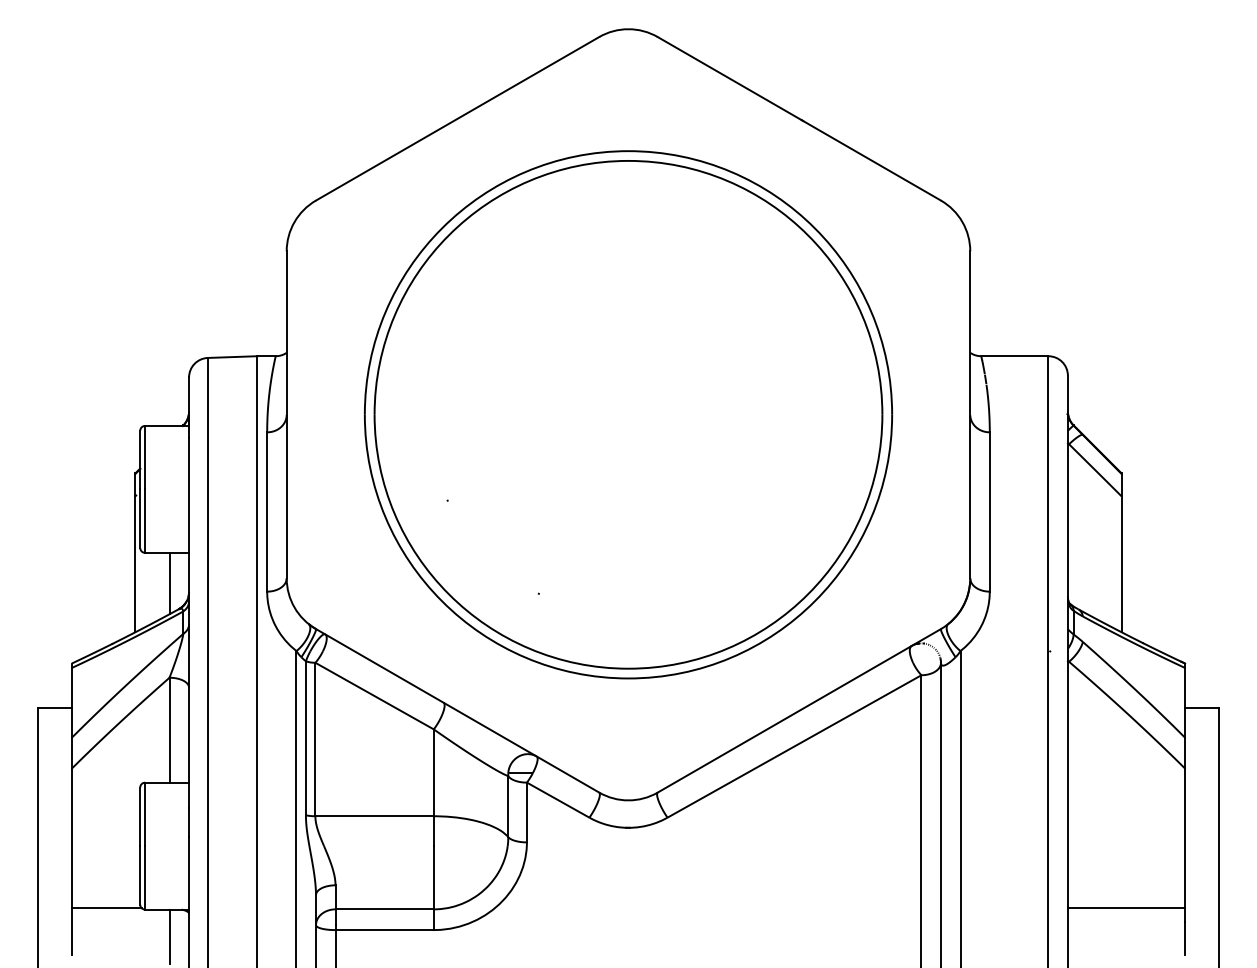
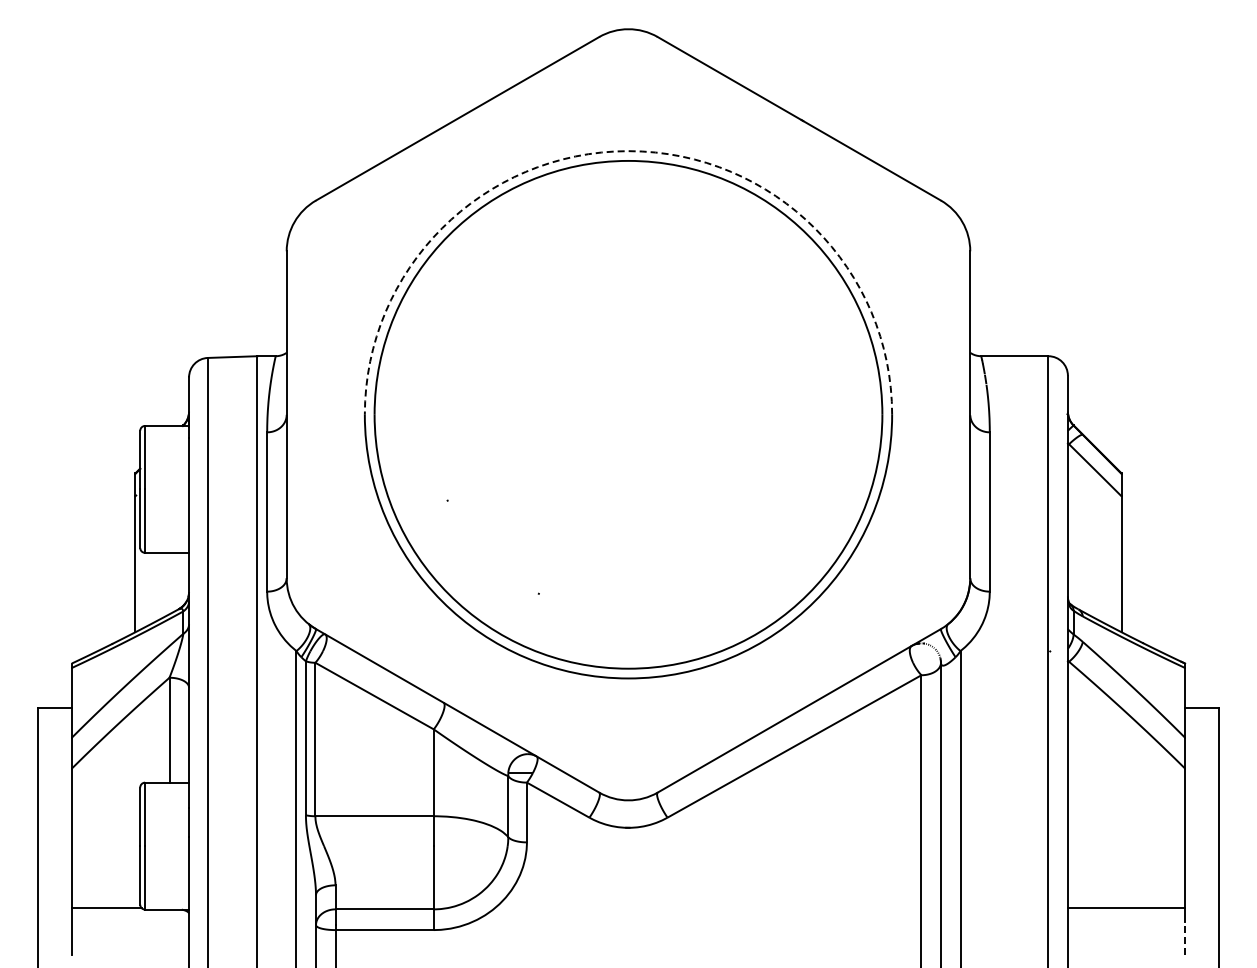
arc at (628, 151): solid -> dashed
line at (169, 583): present -> none
line at (169, 936): present -> none
line at (1185, 938): solid -> dashed
